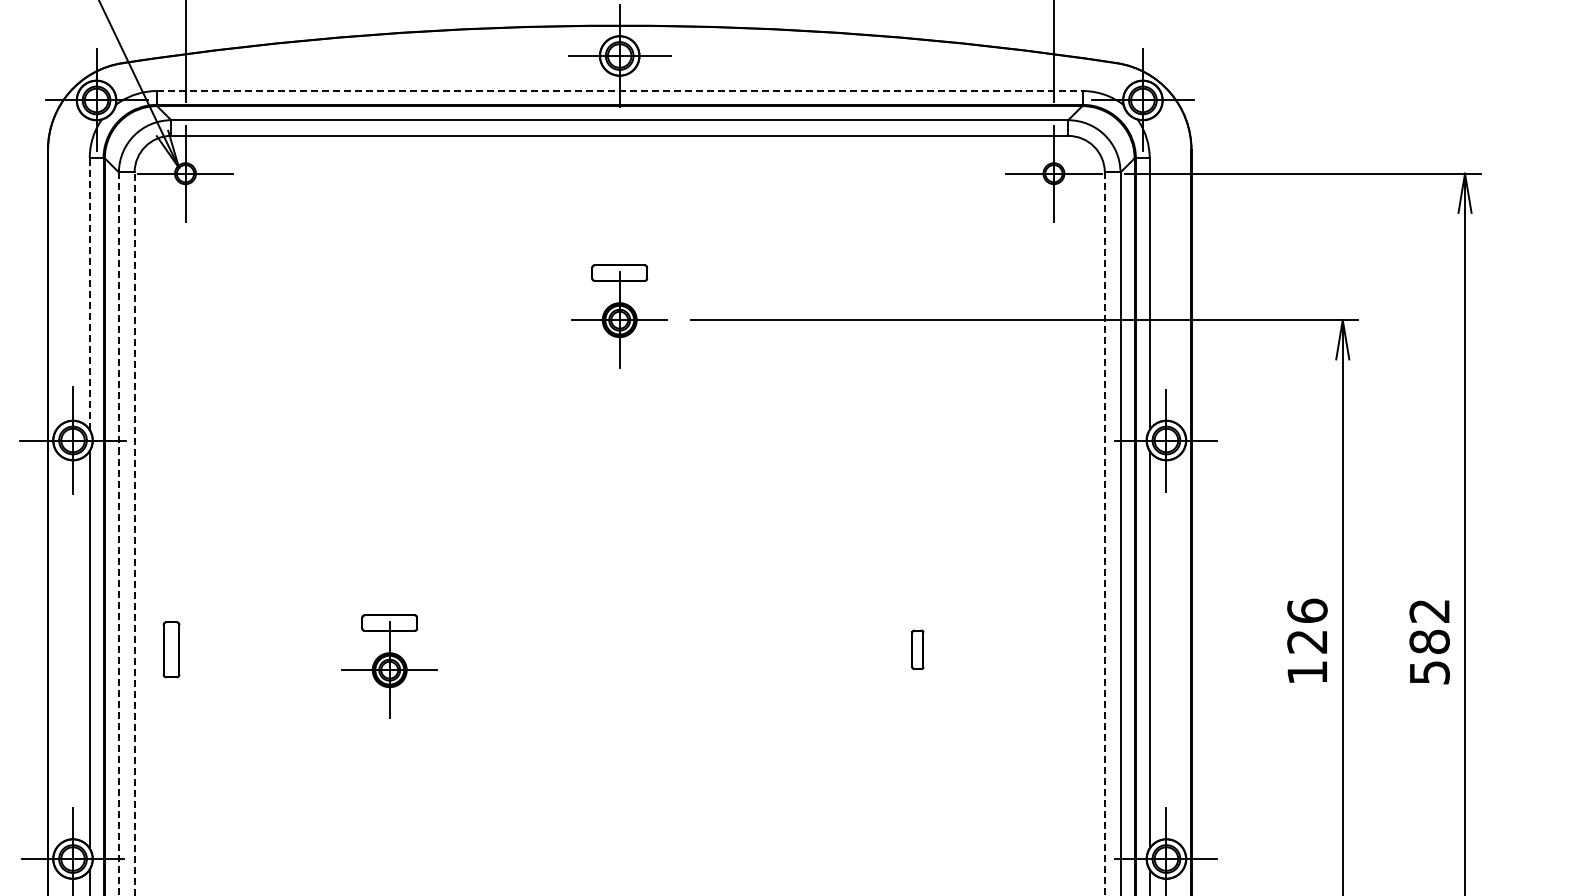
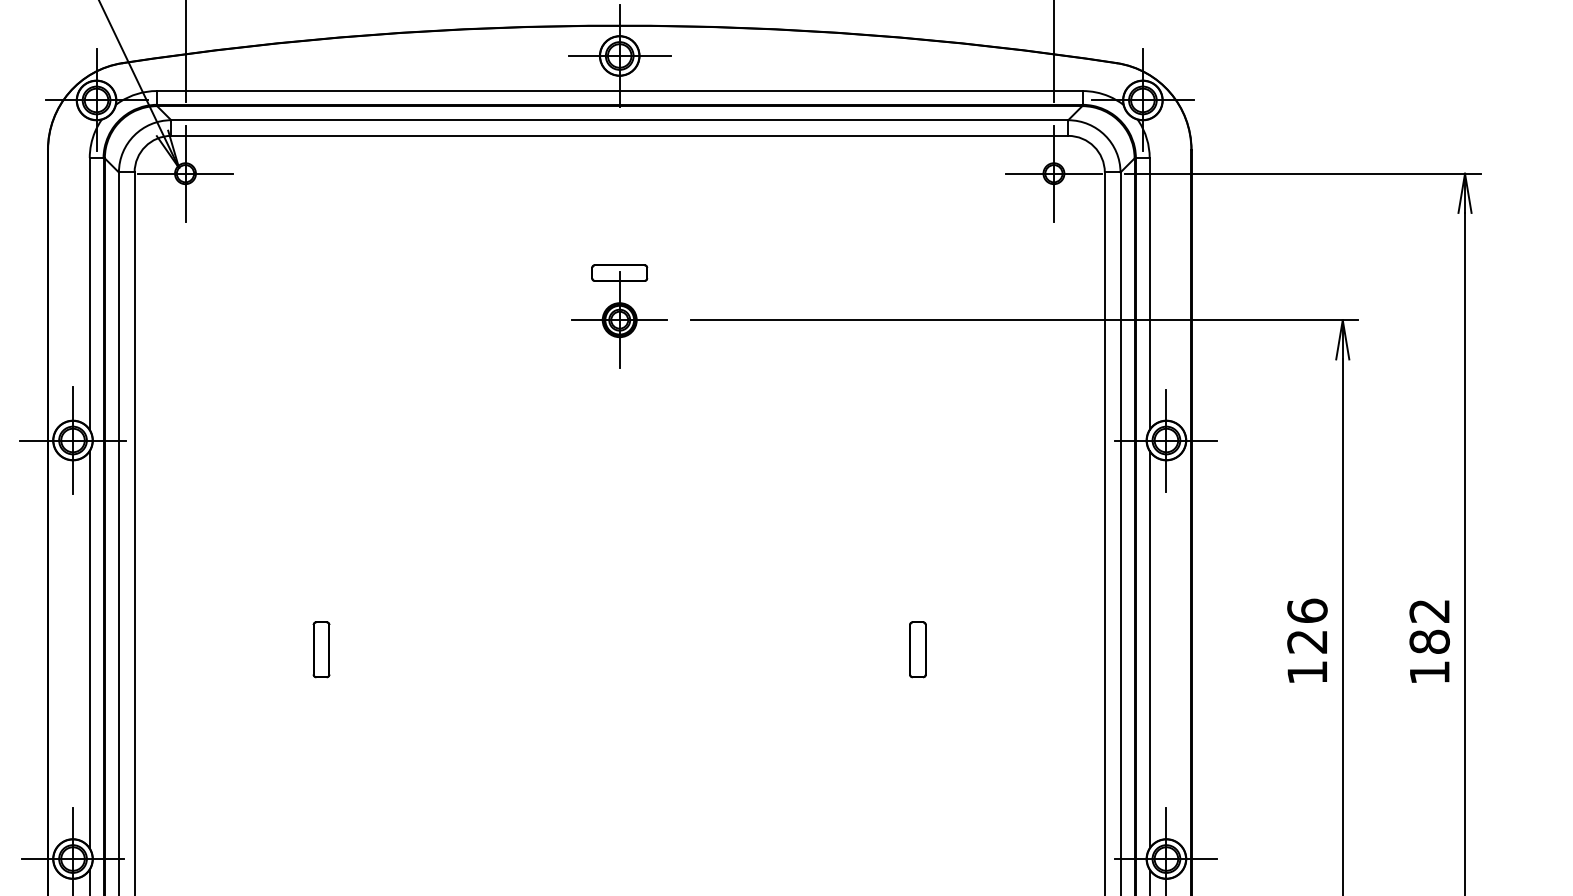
line at (620, 91): dashed -> solid
line at (89, 293): dashed -> solid
line at (134, 533): dashed -> solid
line at (118, 534): dashed -> solid
line at (1104, 534): dashed -> solid
part at (171, 649) position: (171, 649) -> (321, 649)
part at (917, 649) size: 14x41 px -> 18x58 px
part at (389, 666): present -> none
text at (1429, 672): 582 -> 182
